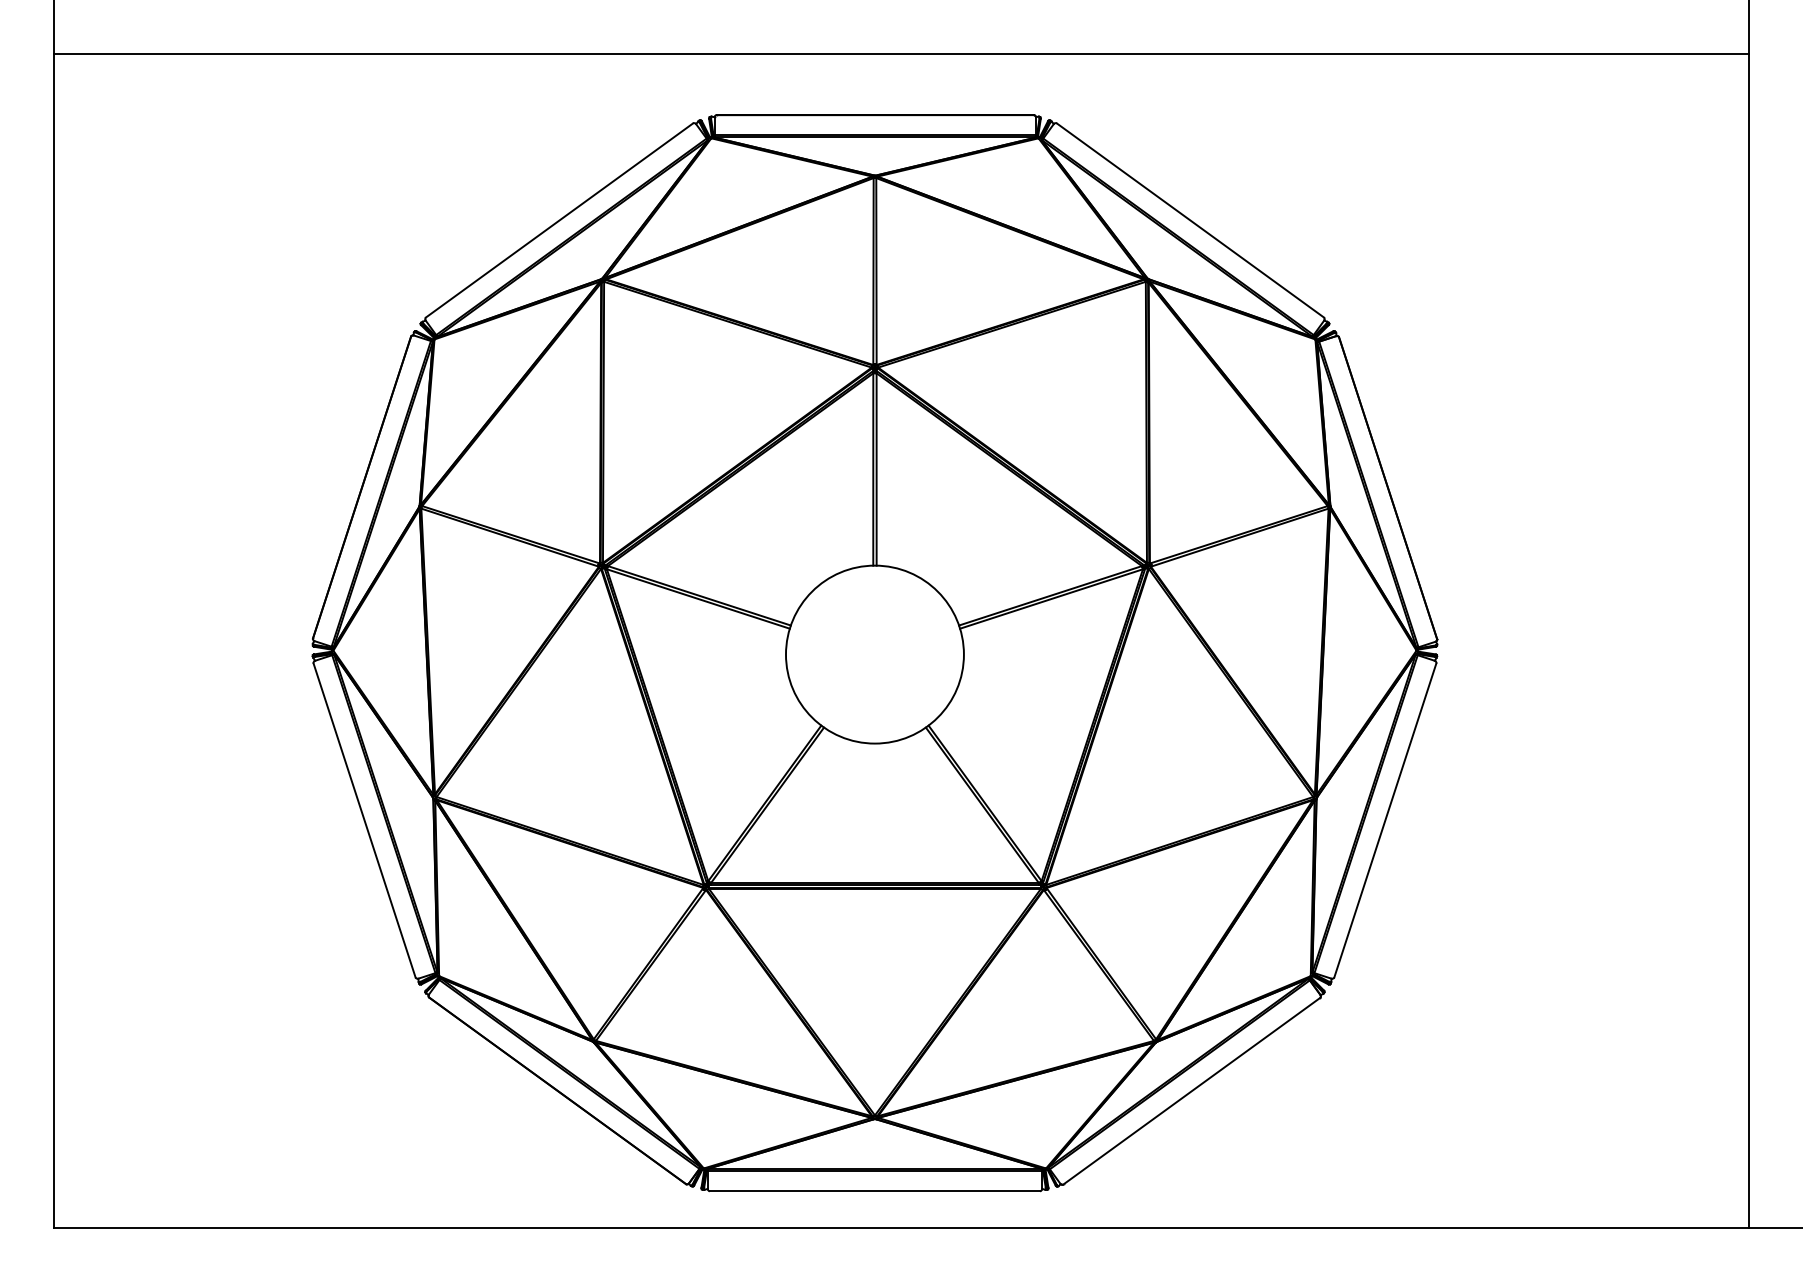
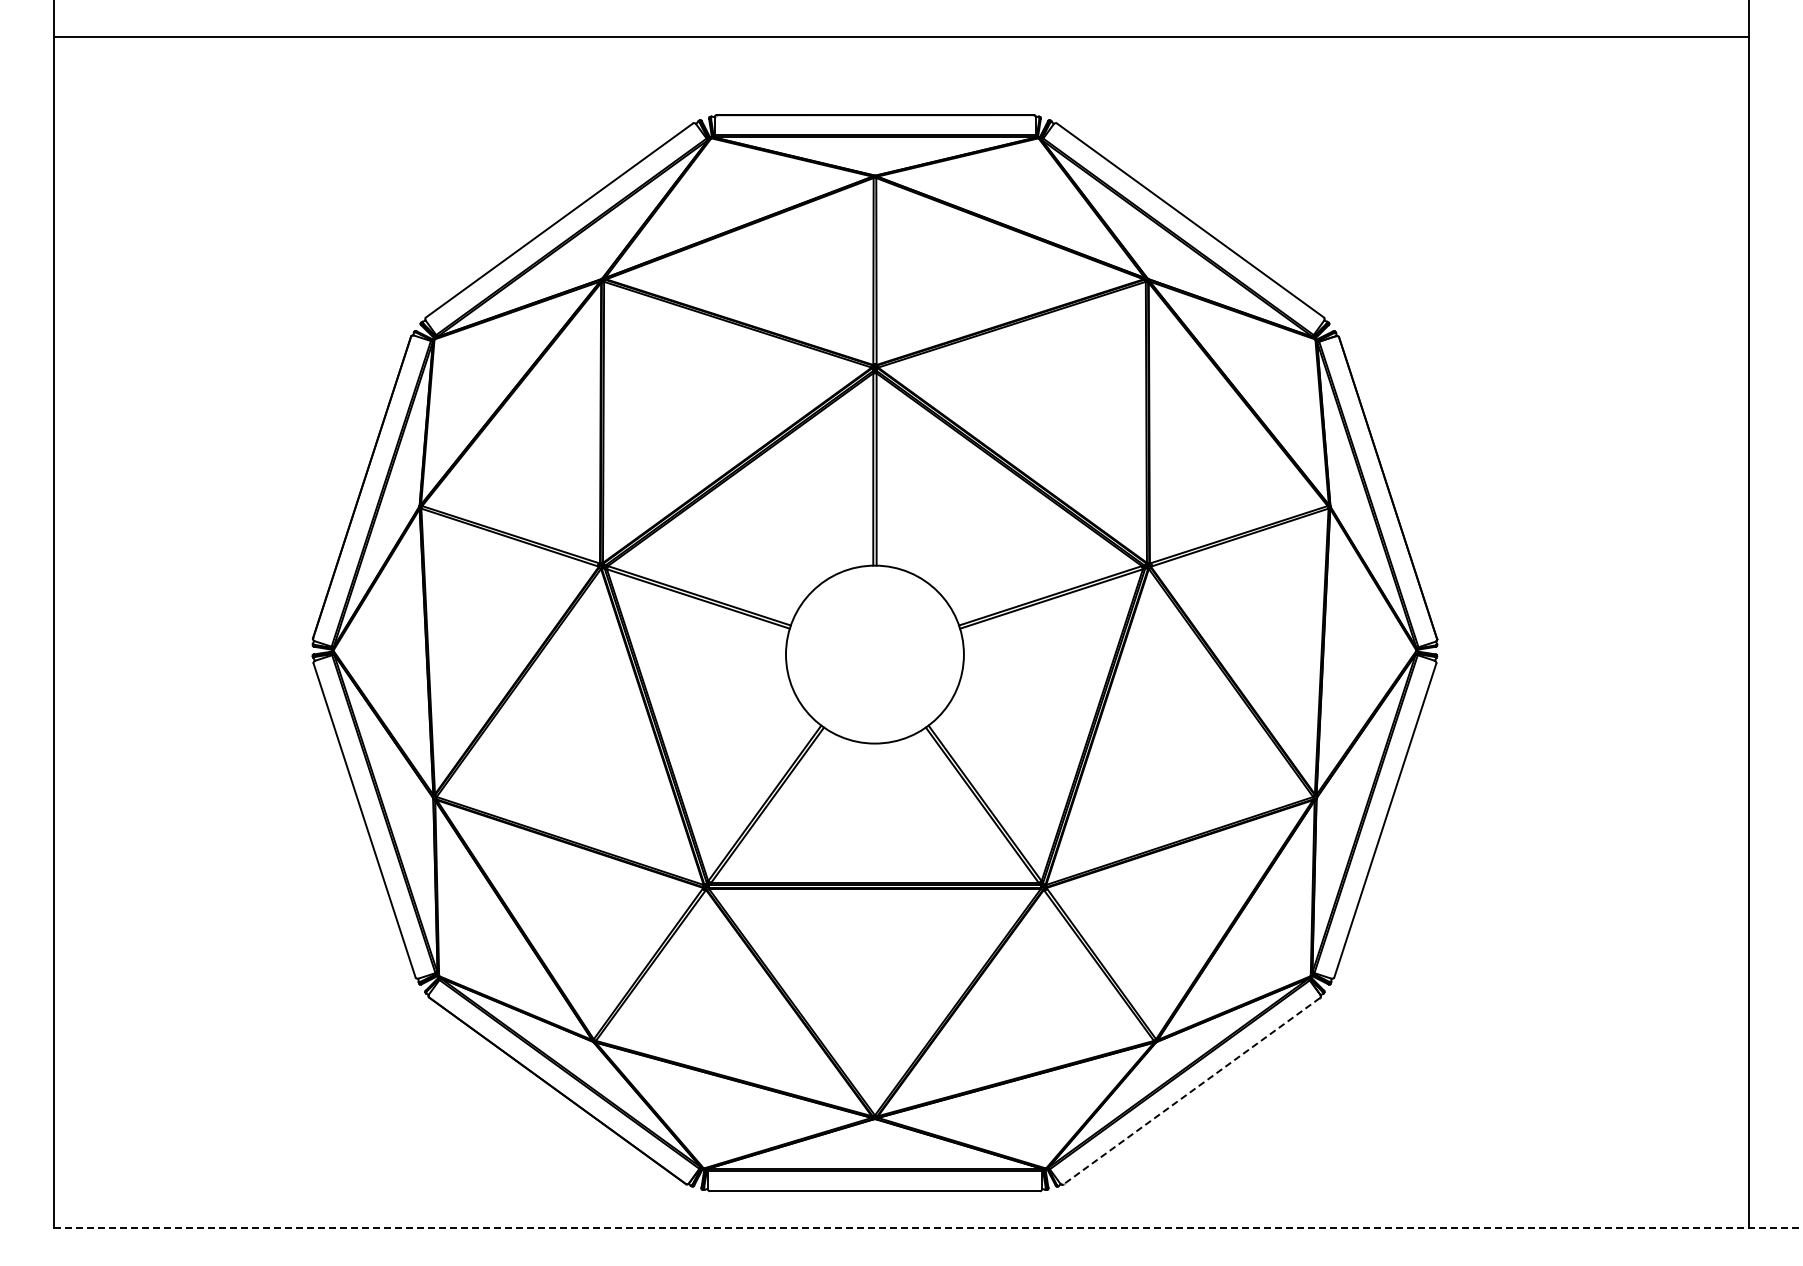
line at (901, 54) position: (901, 54) -> (901, 37)
line at (1191, 1091): solid -> dashed
line at (928, 1228): solid -> dashed
